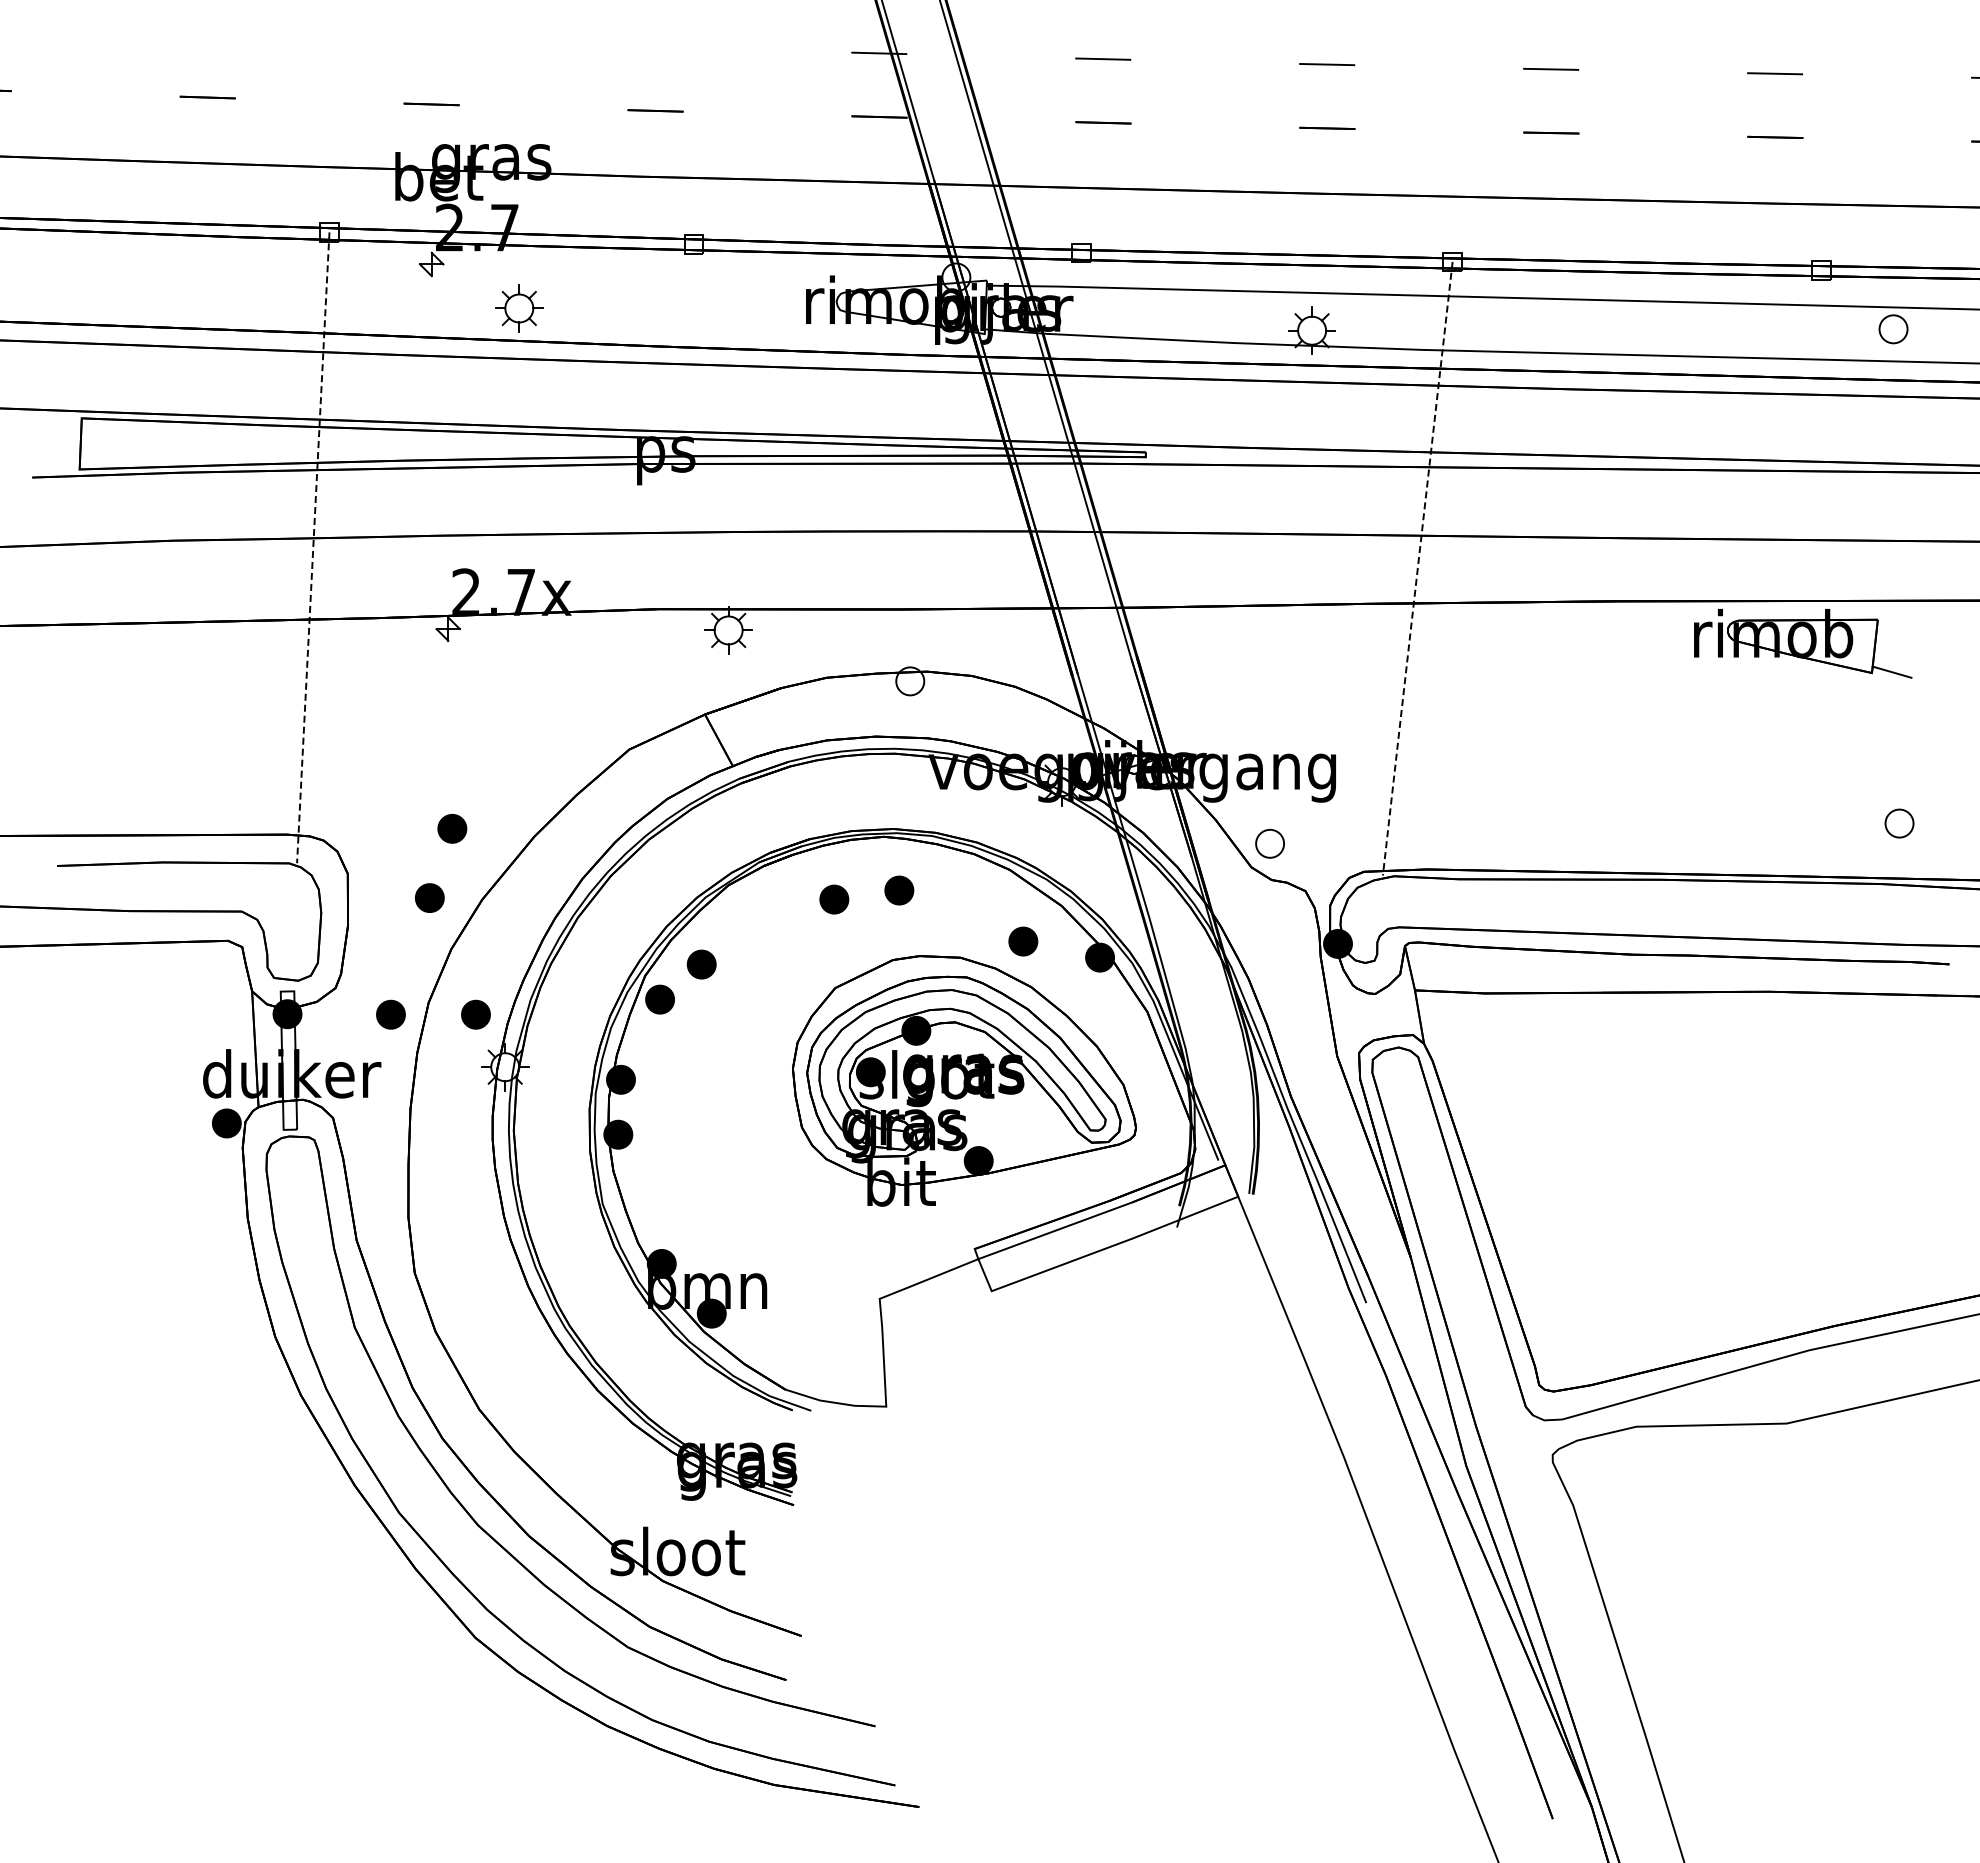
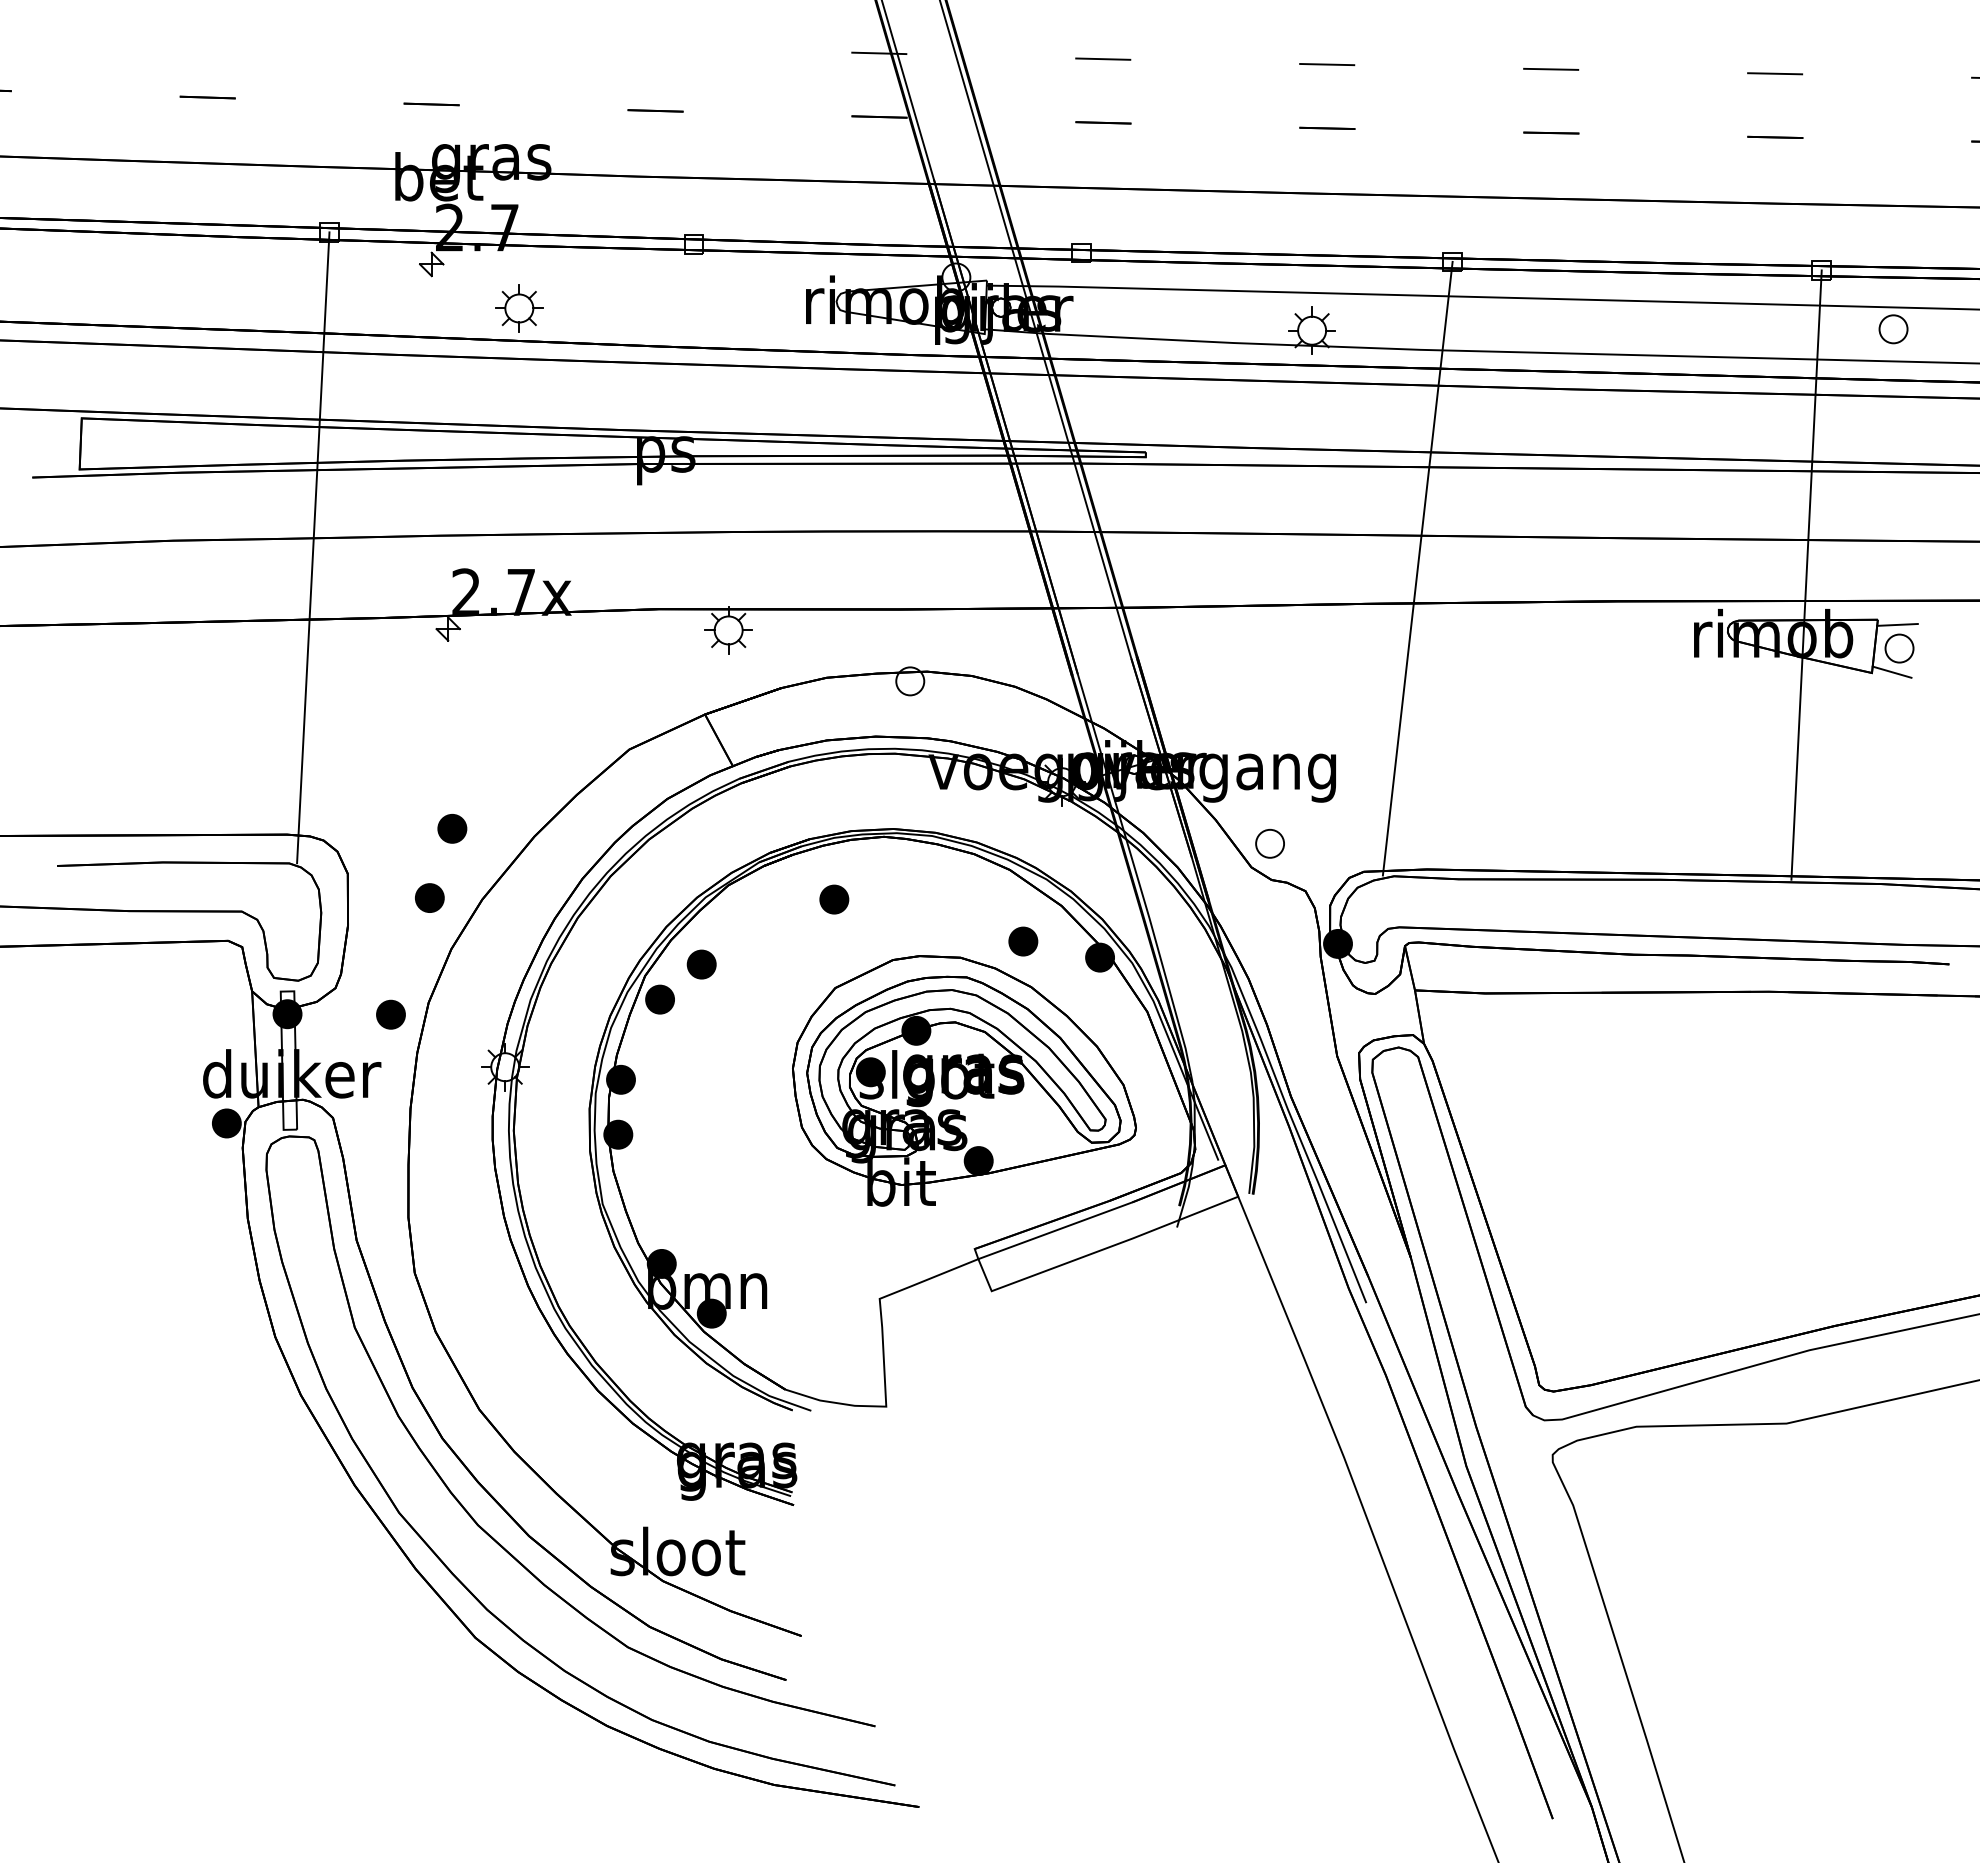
line at (313, 547): dashed -> solid
line at (1417, 568): dashed -> solid
line at (1806, 574): none -> present
line at (1897, 624): none -> present
part at (1899, 823) position: (1899, 823) -> (1899, 648)
part at (899, 890): present -> none
part at (475, 1014): present -> none
